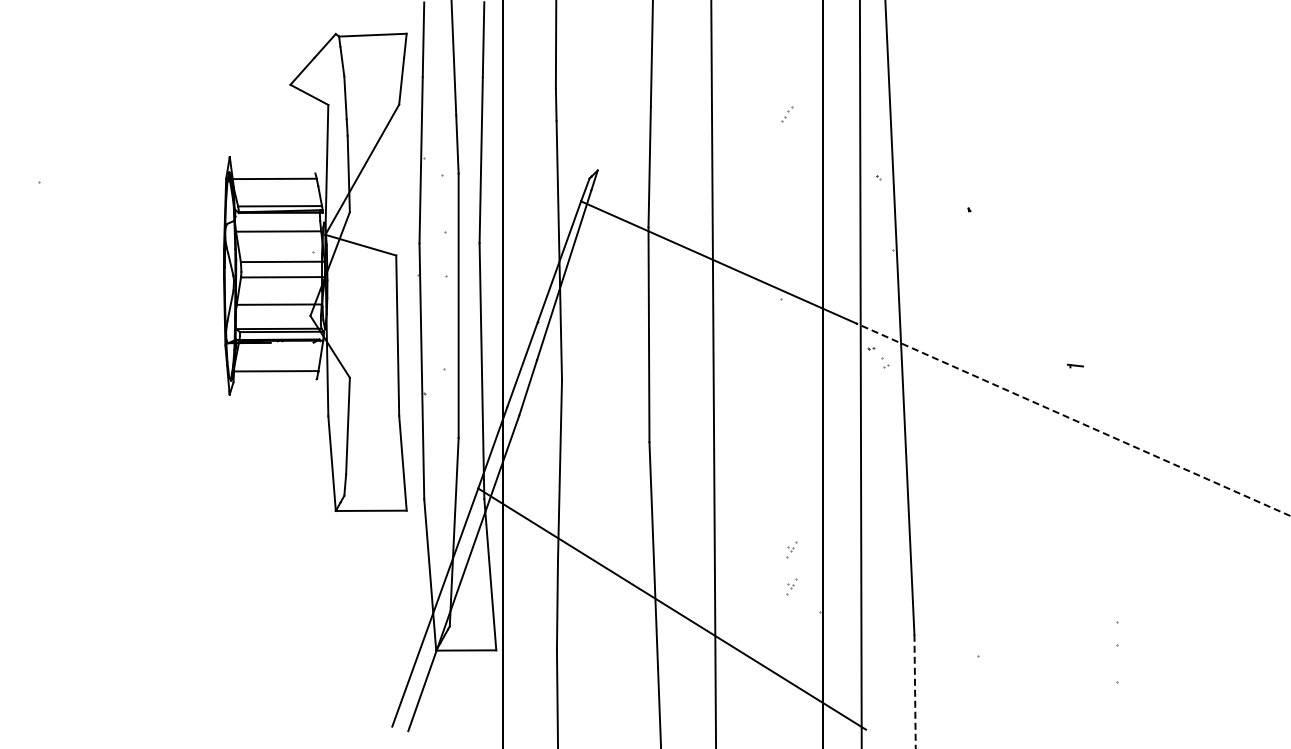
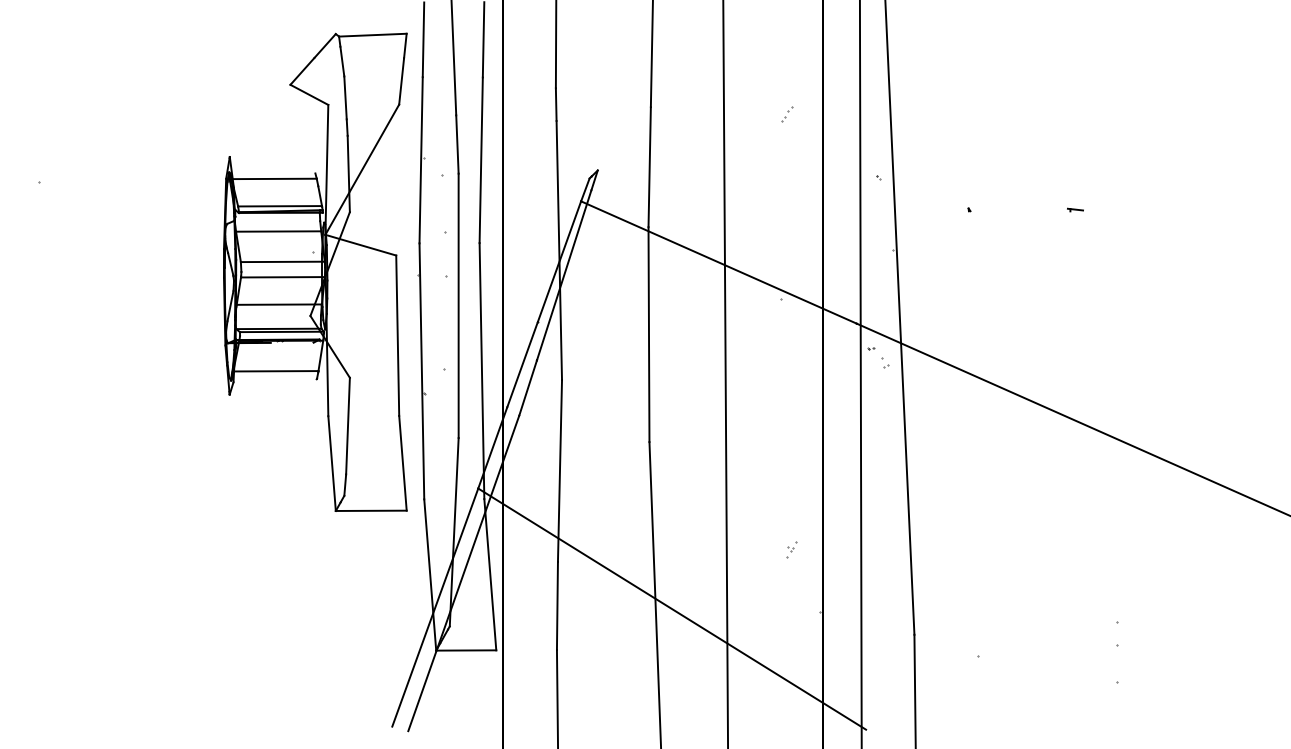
part at (1075, 365) position: (1075, 365) -> (1075, 209)
line at (713, 373) position: (713, 373) -> (725, 373)
line at (1073, 419): dashed -> solid
part at (791, 586): present -> none
line at (915, 691): dashed -> solid
